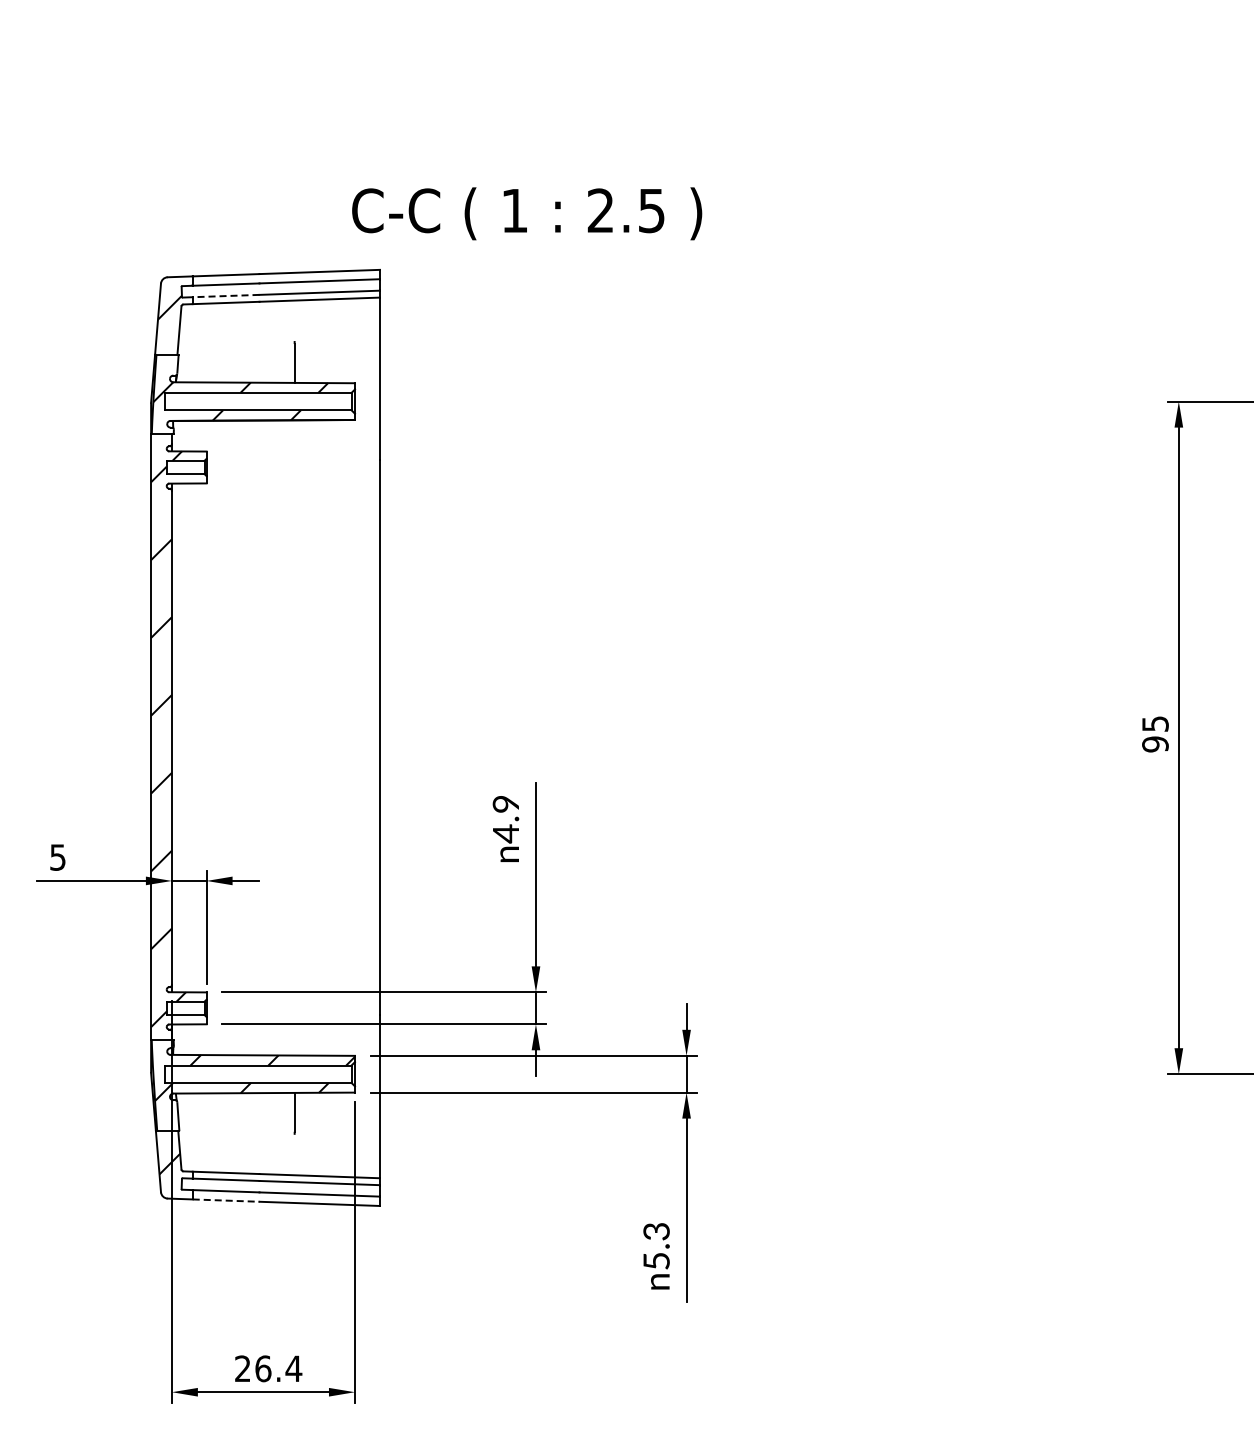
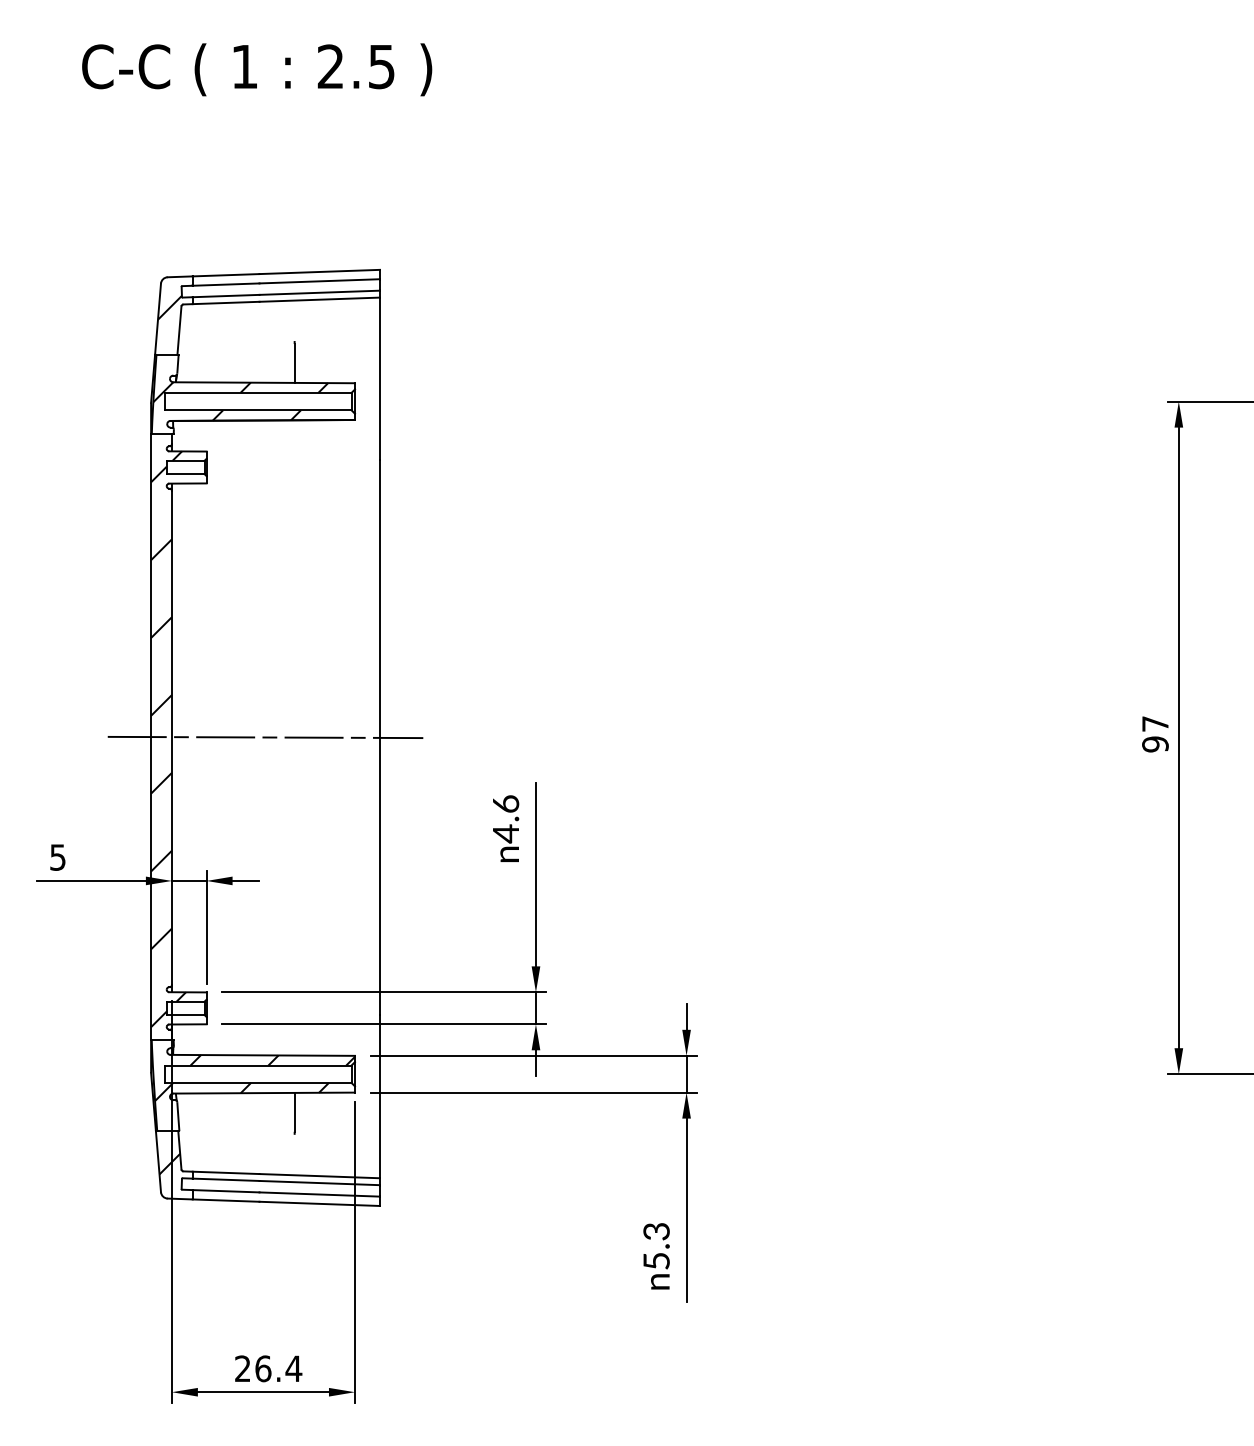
text at (527, 213) position: (527, 213) -> (257, 69)
line at (225, 296): dashed -> solid
text at (1155, 723): 95 -> 97
line at (265, 737): none -> present
text at (505, 803): 4.9 -> 4.6
line at (226, 1200): dashed -> solid
